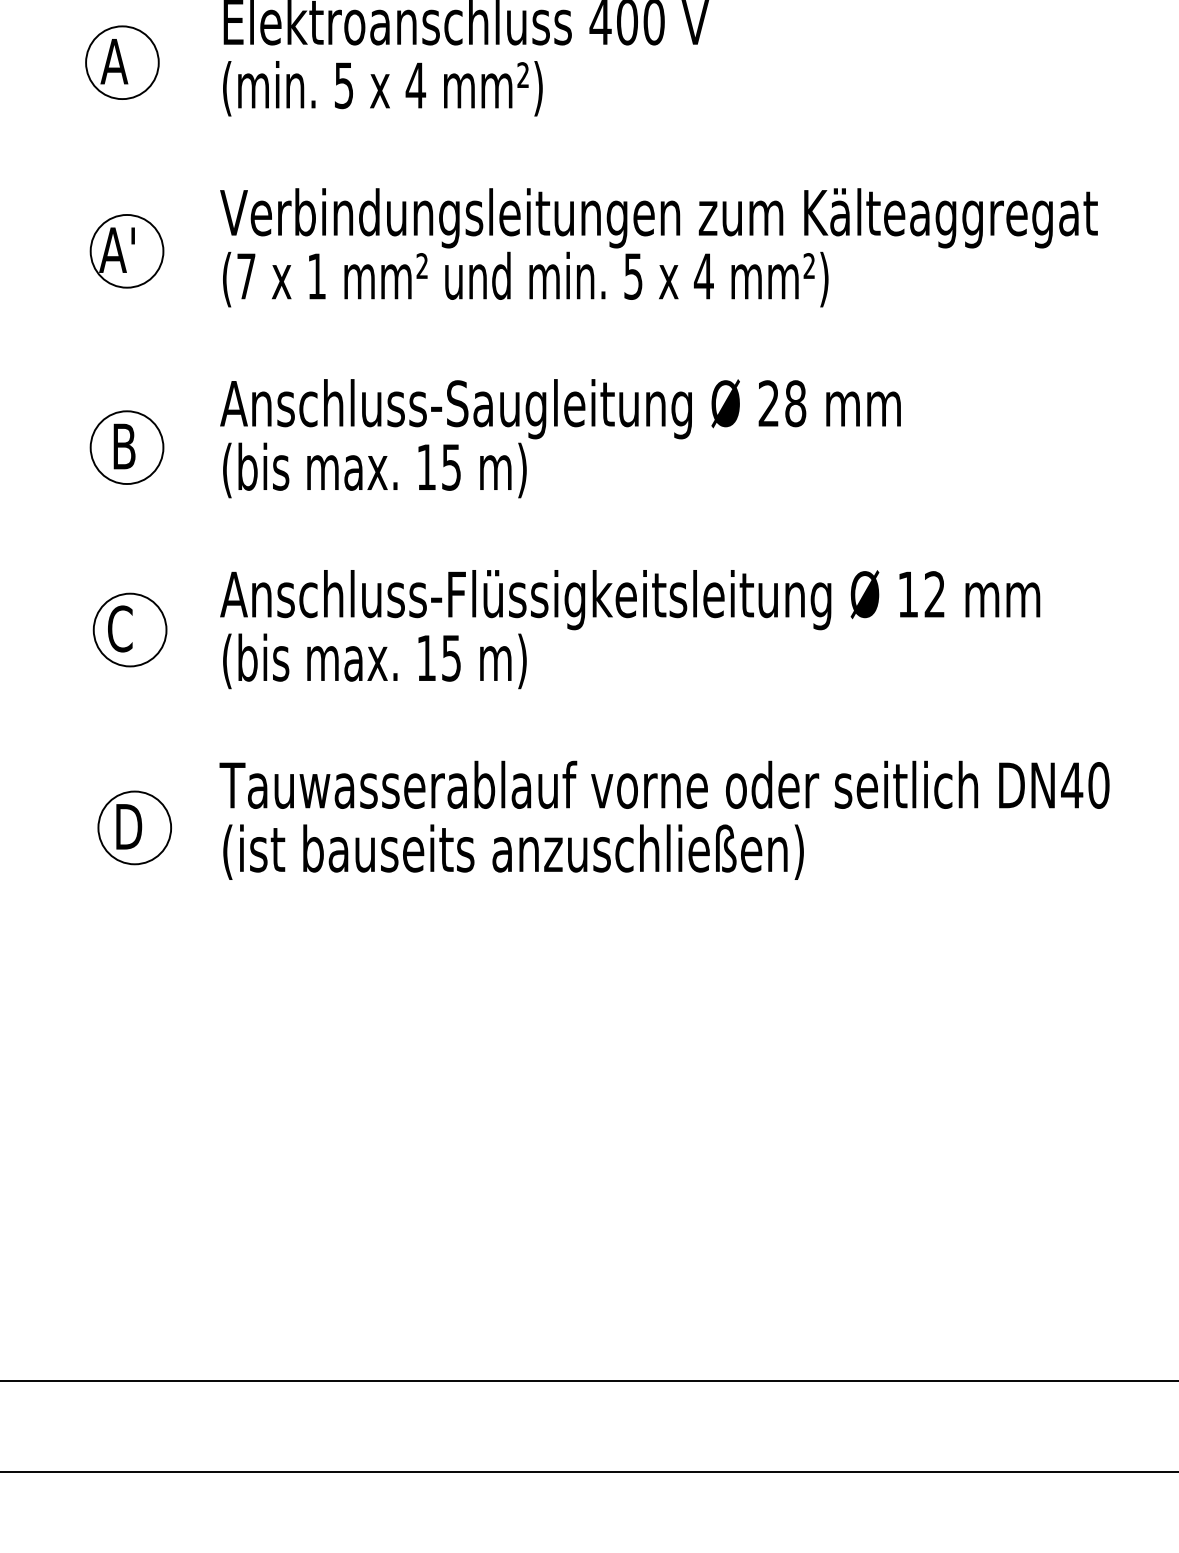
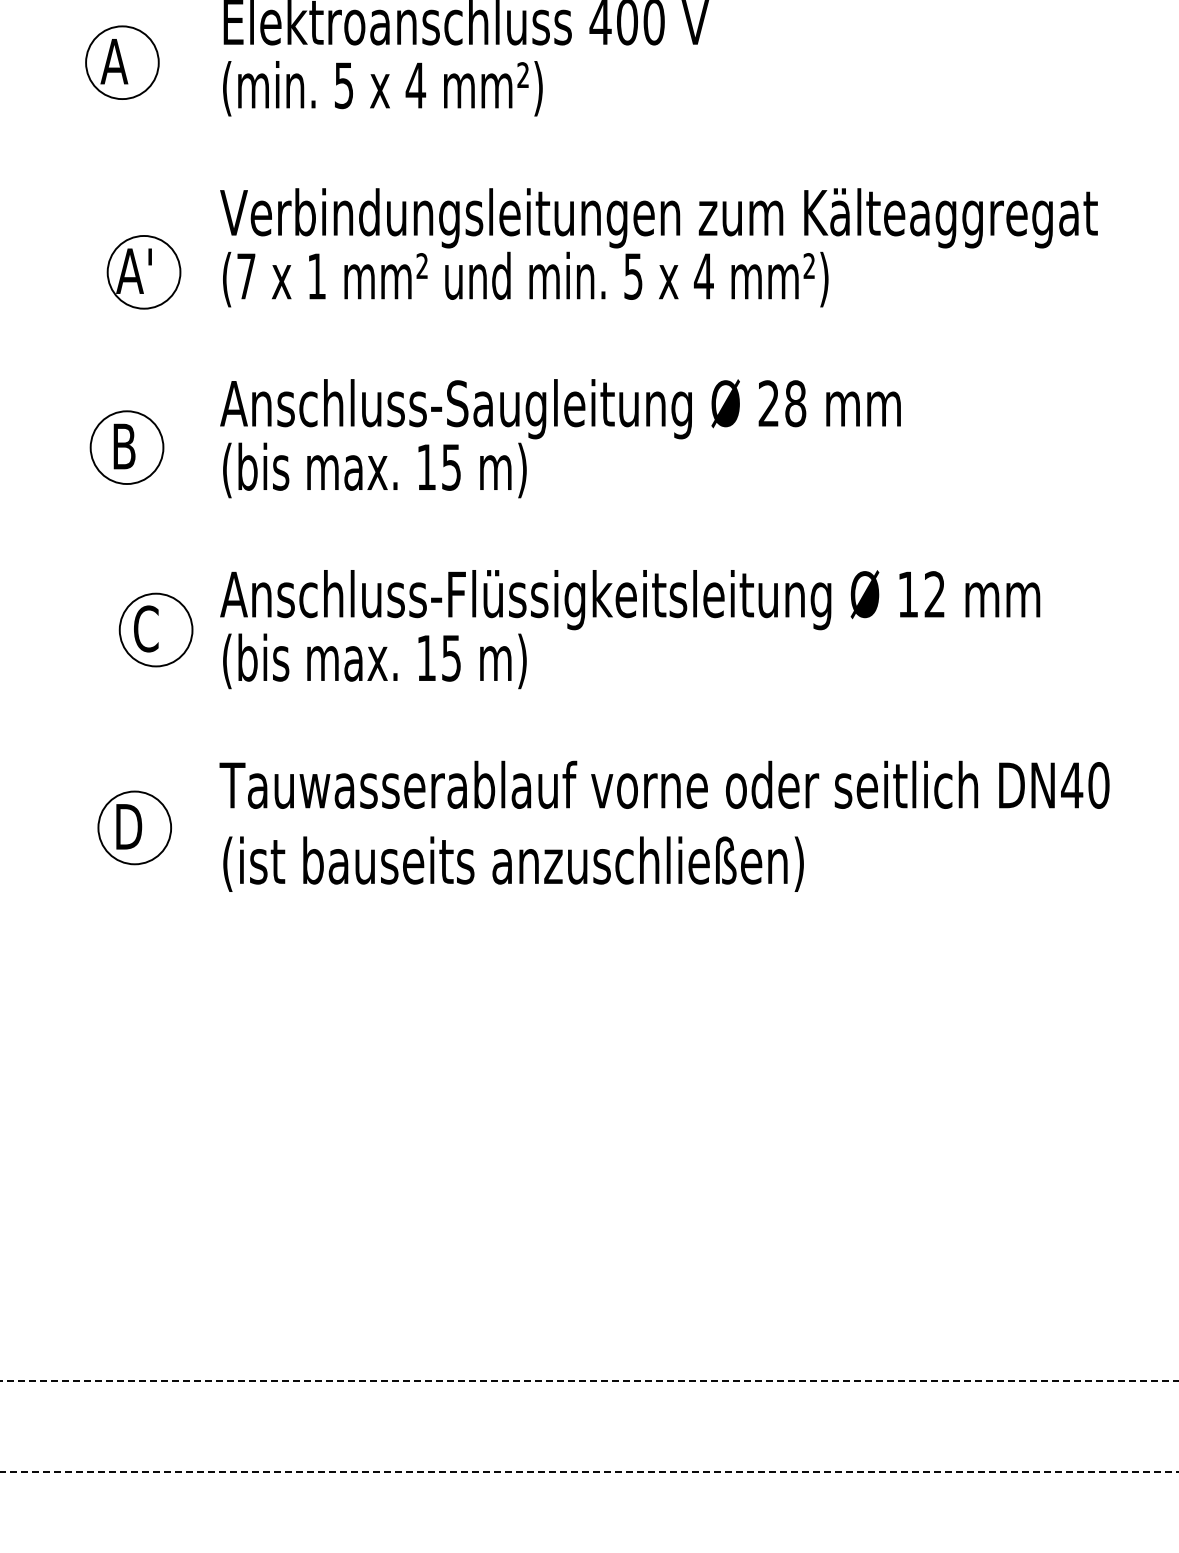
part at (126, 251) position: (126, 251) -> (143, 272)
part at (129, 629) position: (129, 629) -> (155, 629)
text at (513, 851) position: (513, 851) -> (513, 863)
line at (589, 1380): solid -> dashed
line at (589, 1471): solid -> dashed
